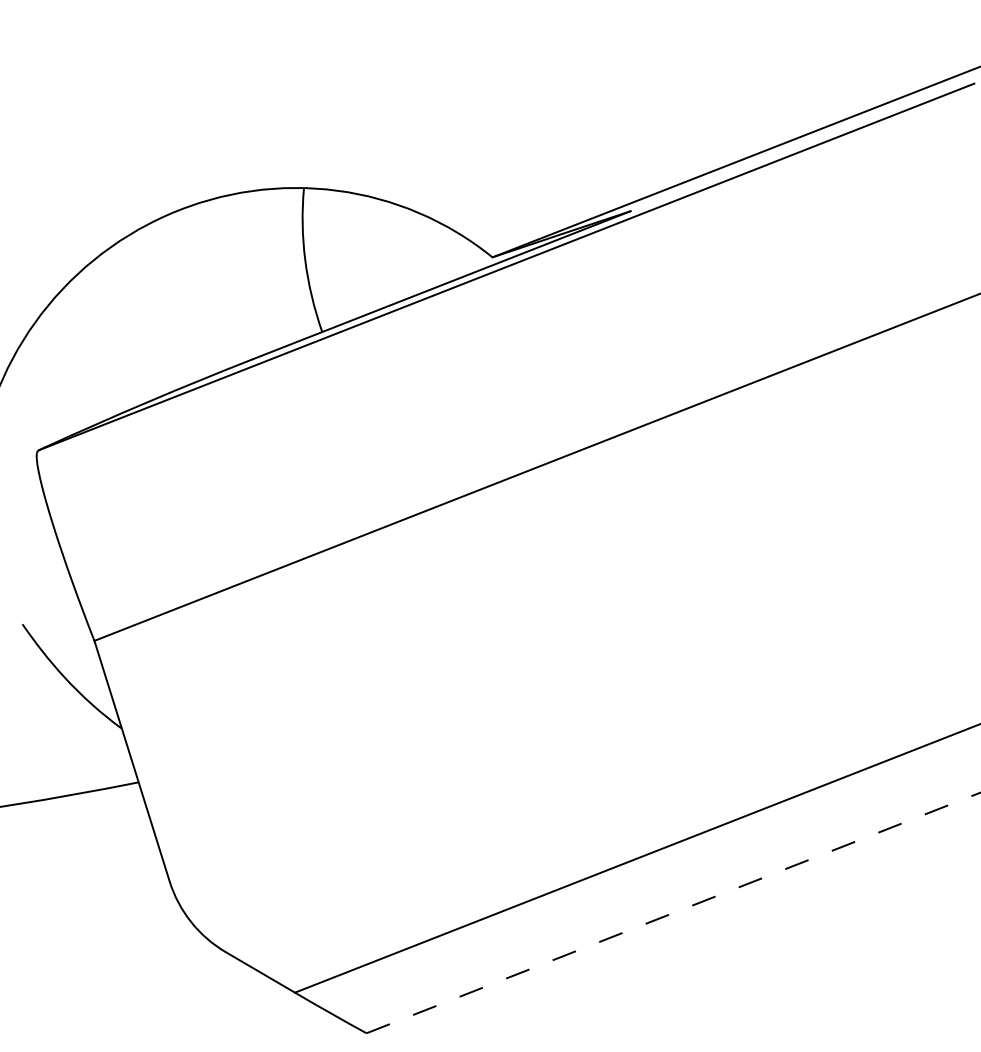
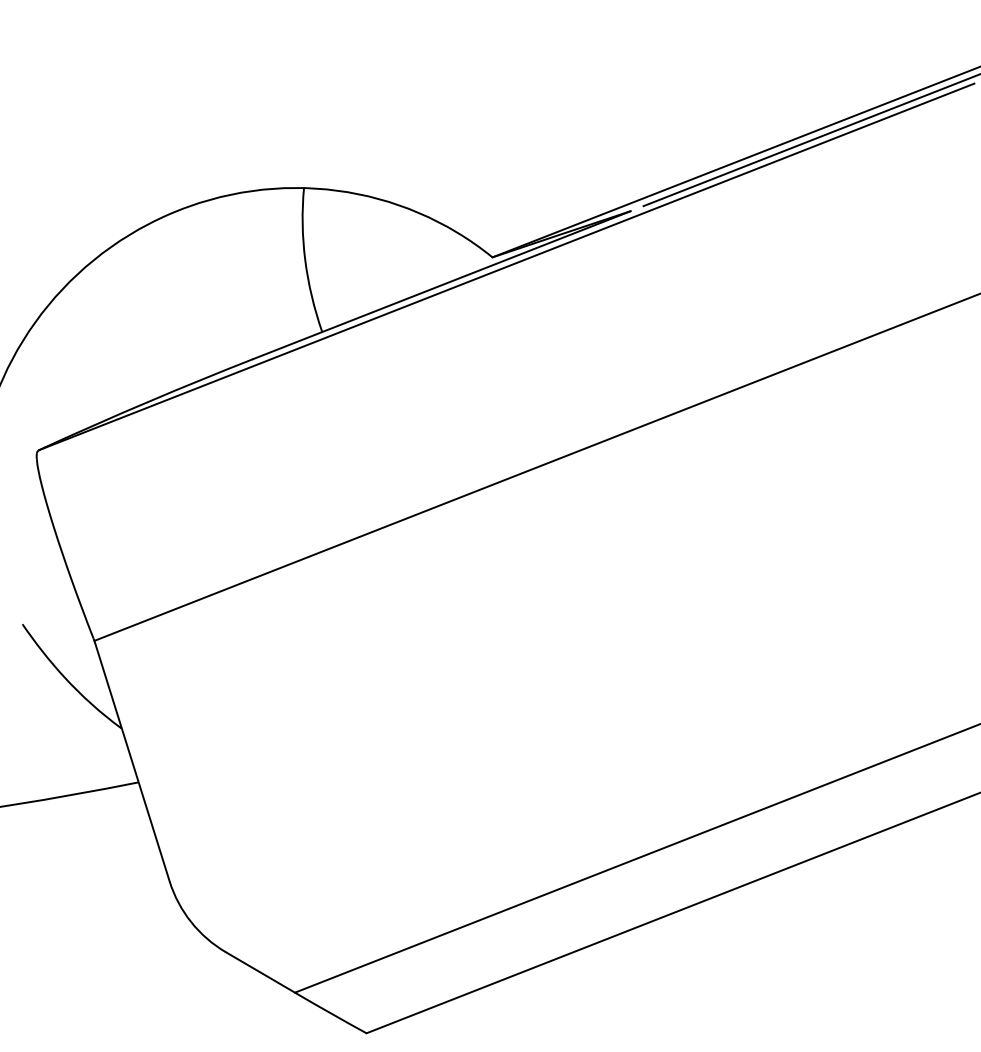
line at (810, 140): none -> present
line at (673, 912): dashed -> solid
